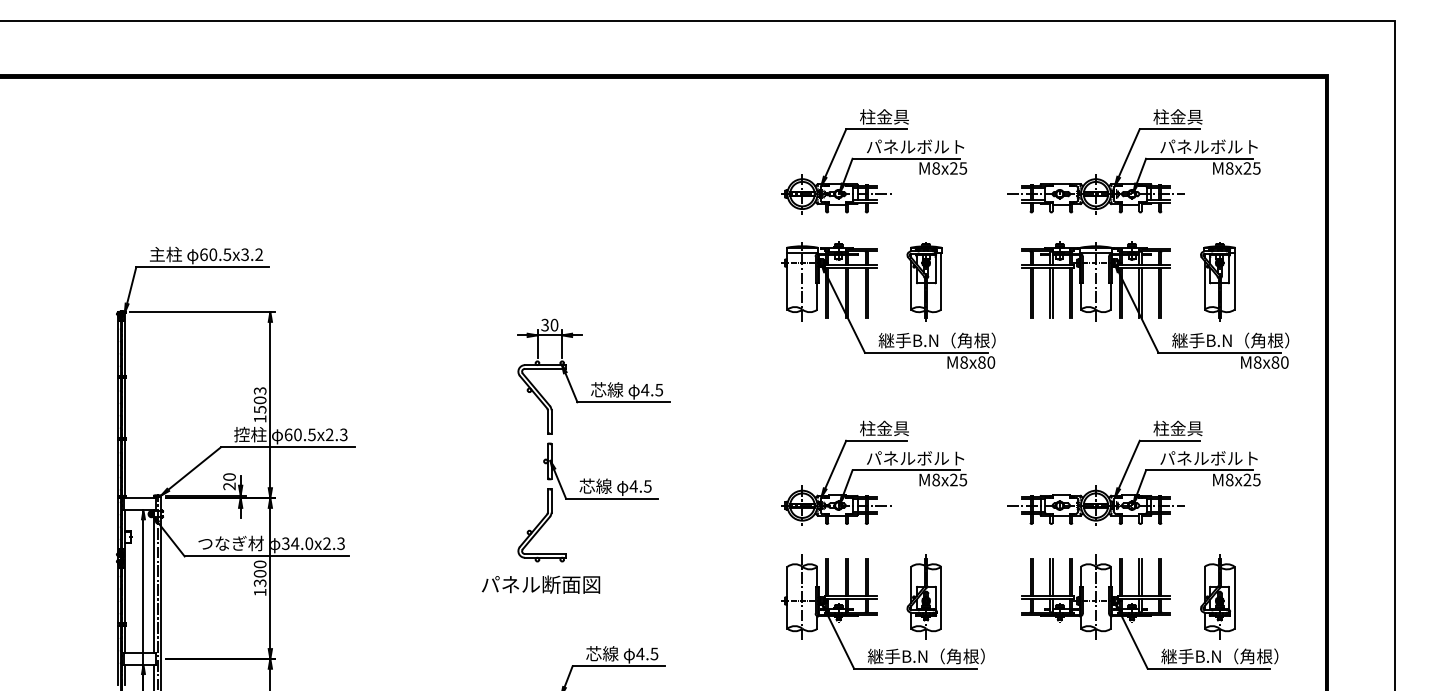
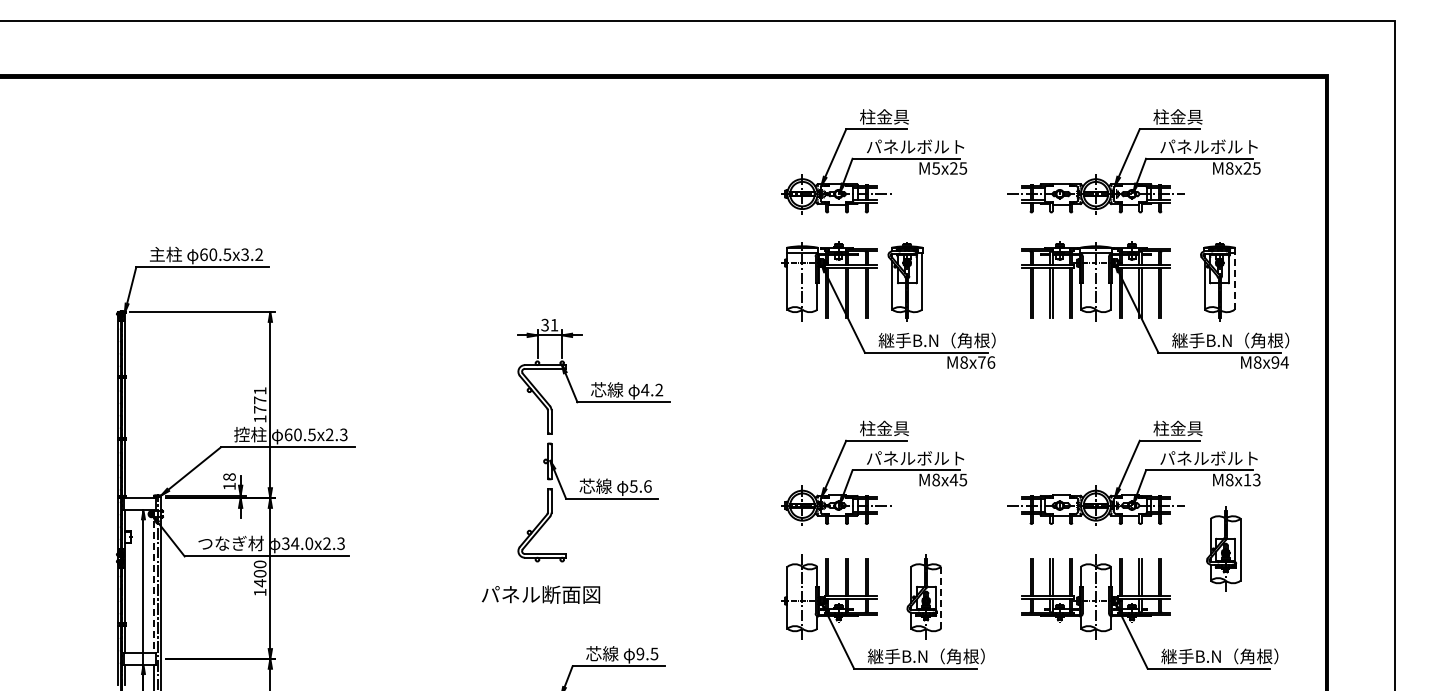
text at (936, 168): M8x25 -> M5x25
line at (1234, 280): solid -> dashed
part at (924, 281) position: (924, 281) -> (905, 281)
text at (554, 324): 30 -> 31
text at (986, 362): M8x80 -> M8x76
text at (1279, 362): M8x80 -> M8x94
text at (659, 389): 4.5 -> 4.2
text at (259, 400): 1503 -> 1771
text at (953, 479): M8x25 -> M8x45
text at (1251, 479): M8x25 -> M8x13
text at (229, 481): 20 -> 18
text at (640, 486): 4.5 -> 5.6
line at (153, 582): solid -> dashed
text at (259, 583): 1300 -> 1400
text at (540, 584) position: (540, 584) -> (540, 594)
part at (1217, 596) position: (1217, 596) -> (1223, 548)
line at (941, 597): solid -> dashed
text at (640, 653): 4.5 -> 9.5
